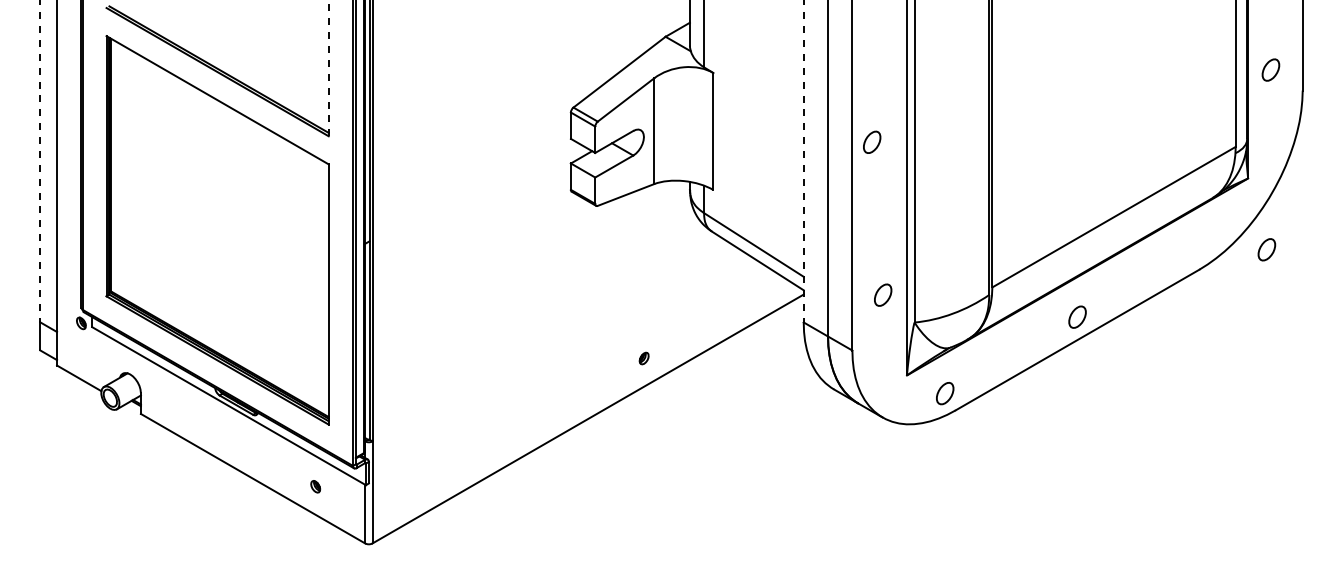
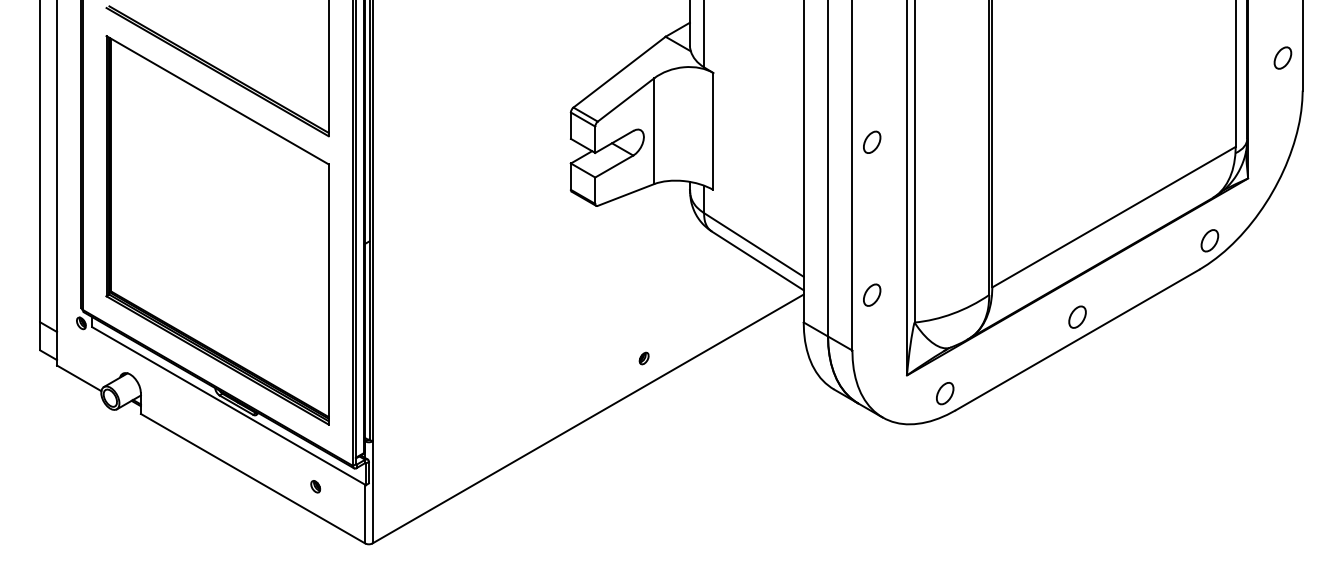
line at (328, 68): dashed -> solid
part at (1270, 69) position: (1270, 69) -> (1282, 57)
line at (40, 161): dashed -> solid
line at (803, 161): dashed -> solid
part at (1266, 249) position: (1266, 249) -> (1209, 240)
part at (883, 294) position: (883, 294) -> (872, 294)
